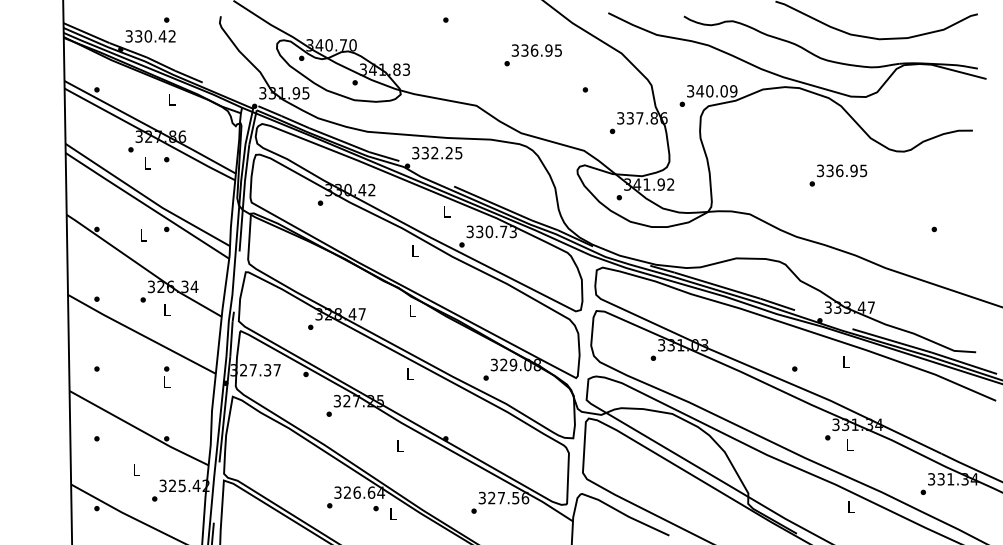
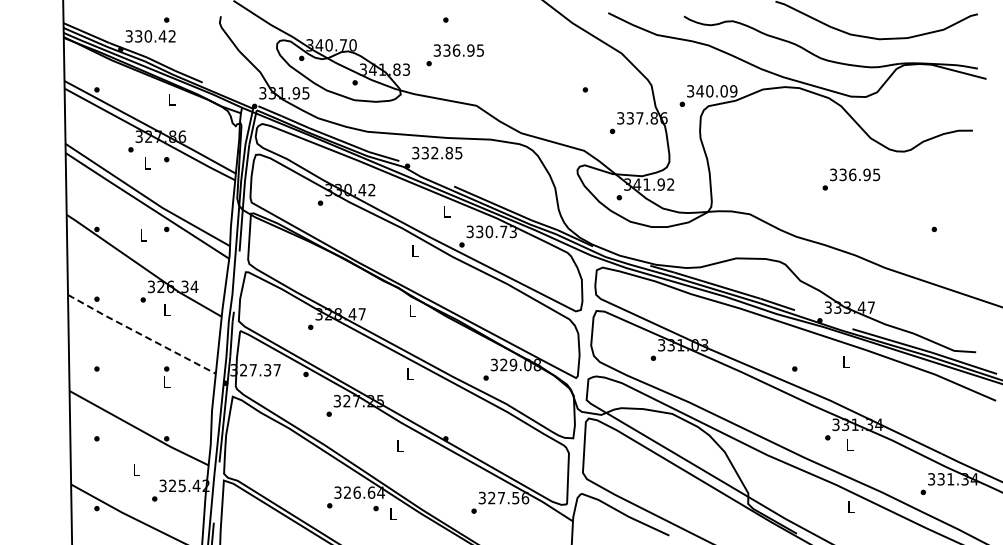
text at (532, 55) position: (532, 55) -> (454, 55)
text at (448, 153): 332.25 -> 332.85
text at (838, 175) position: (838, 175) -> (851, 179)
line at (141, 334): solid -> dashed
